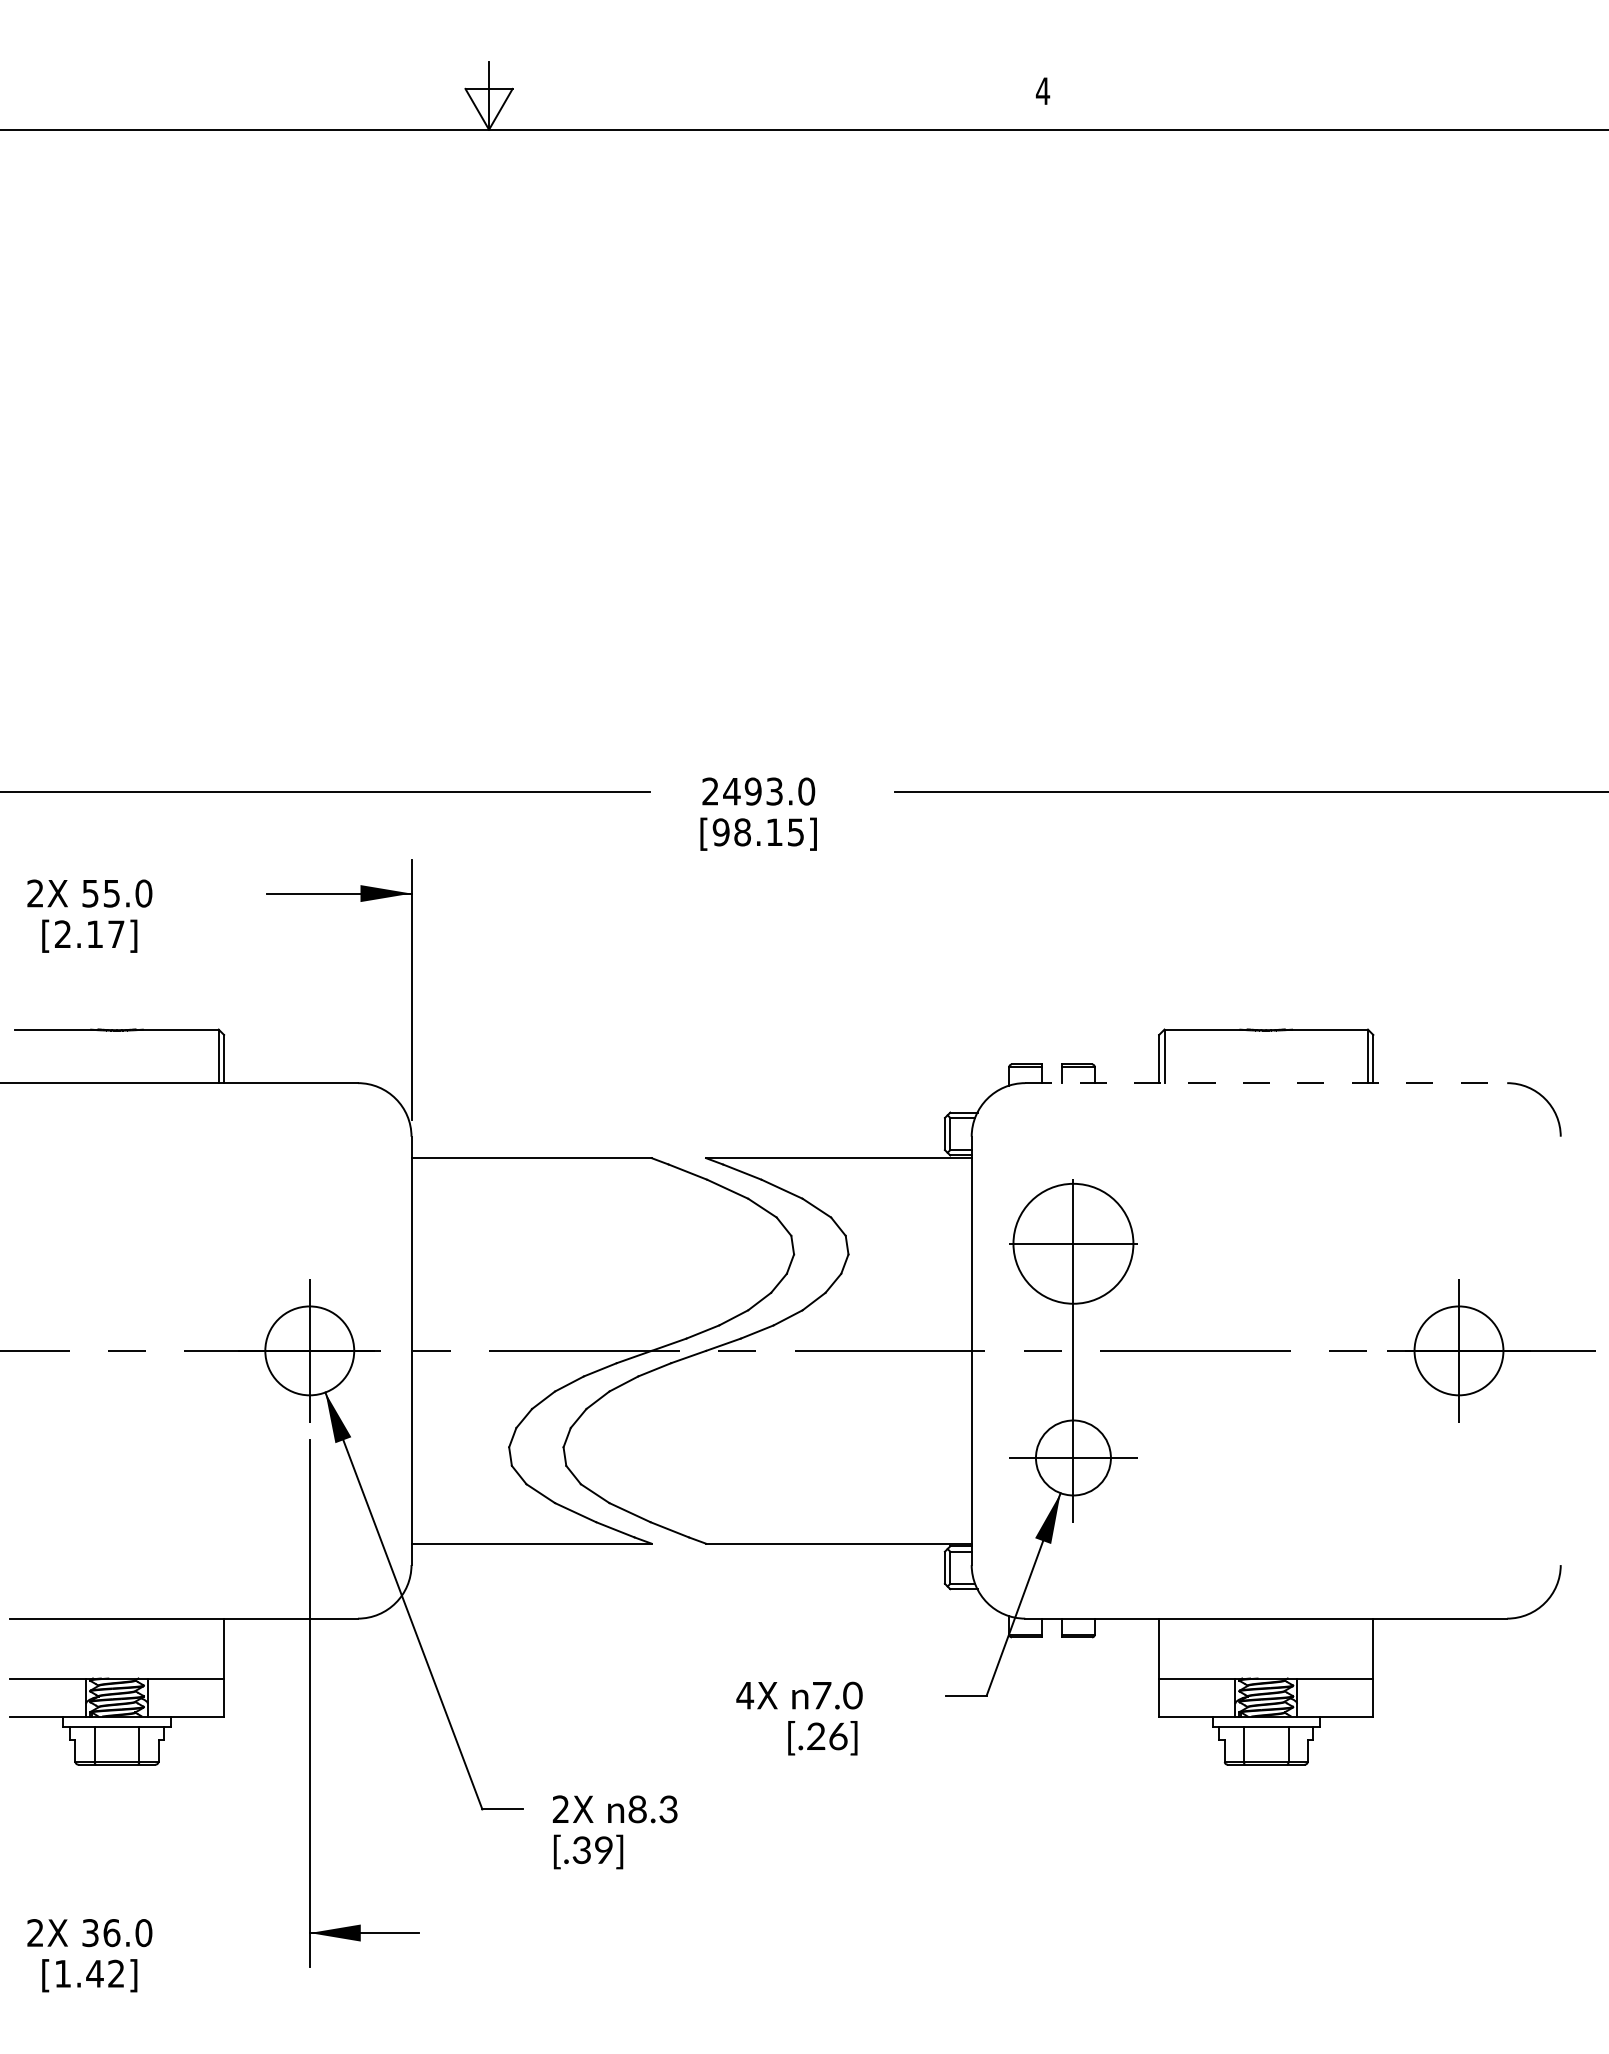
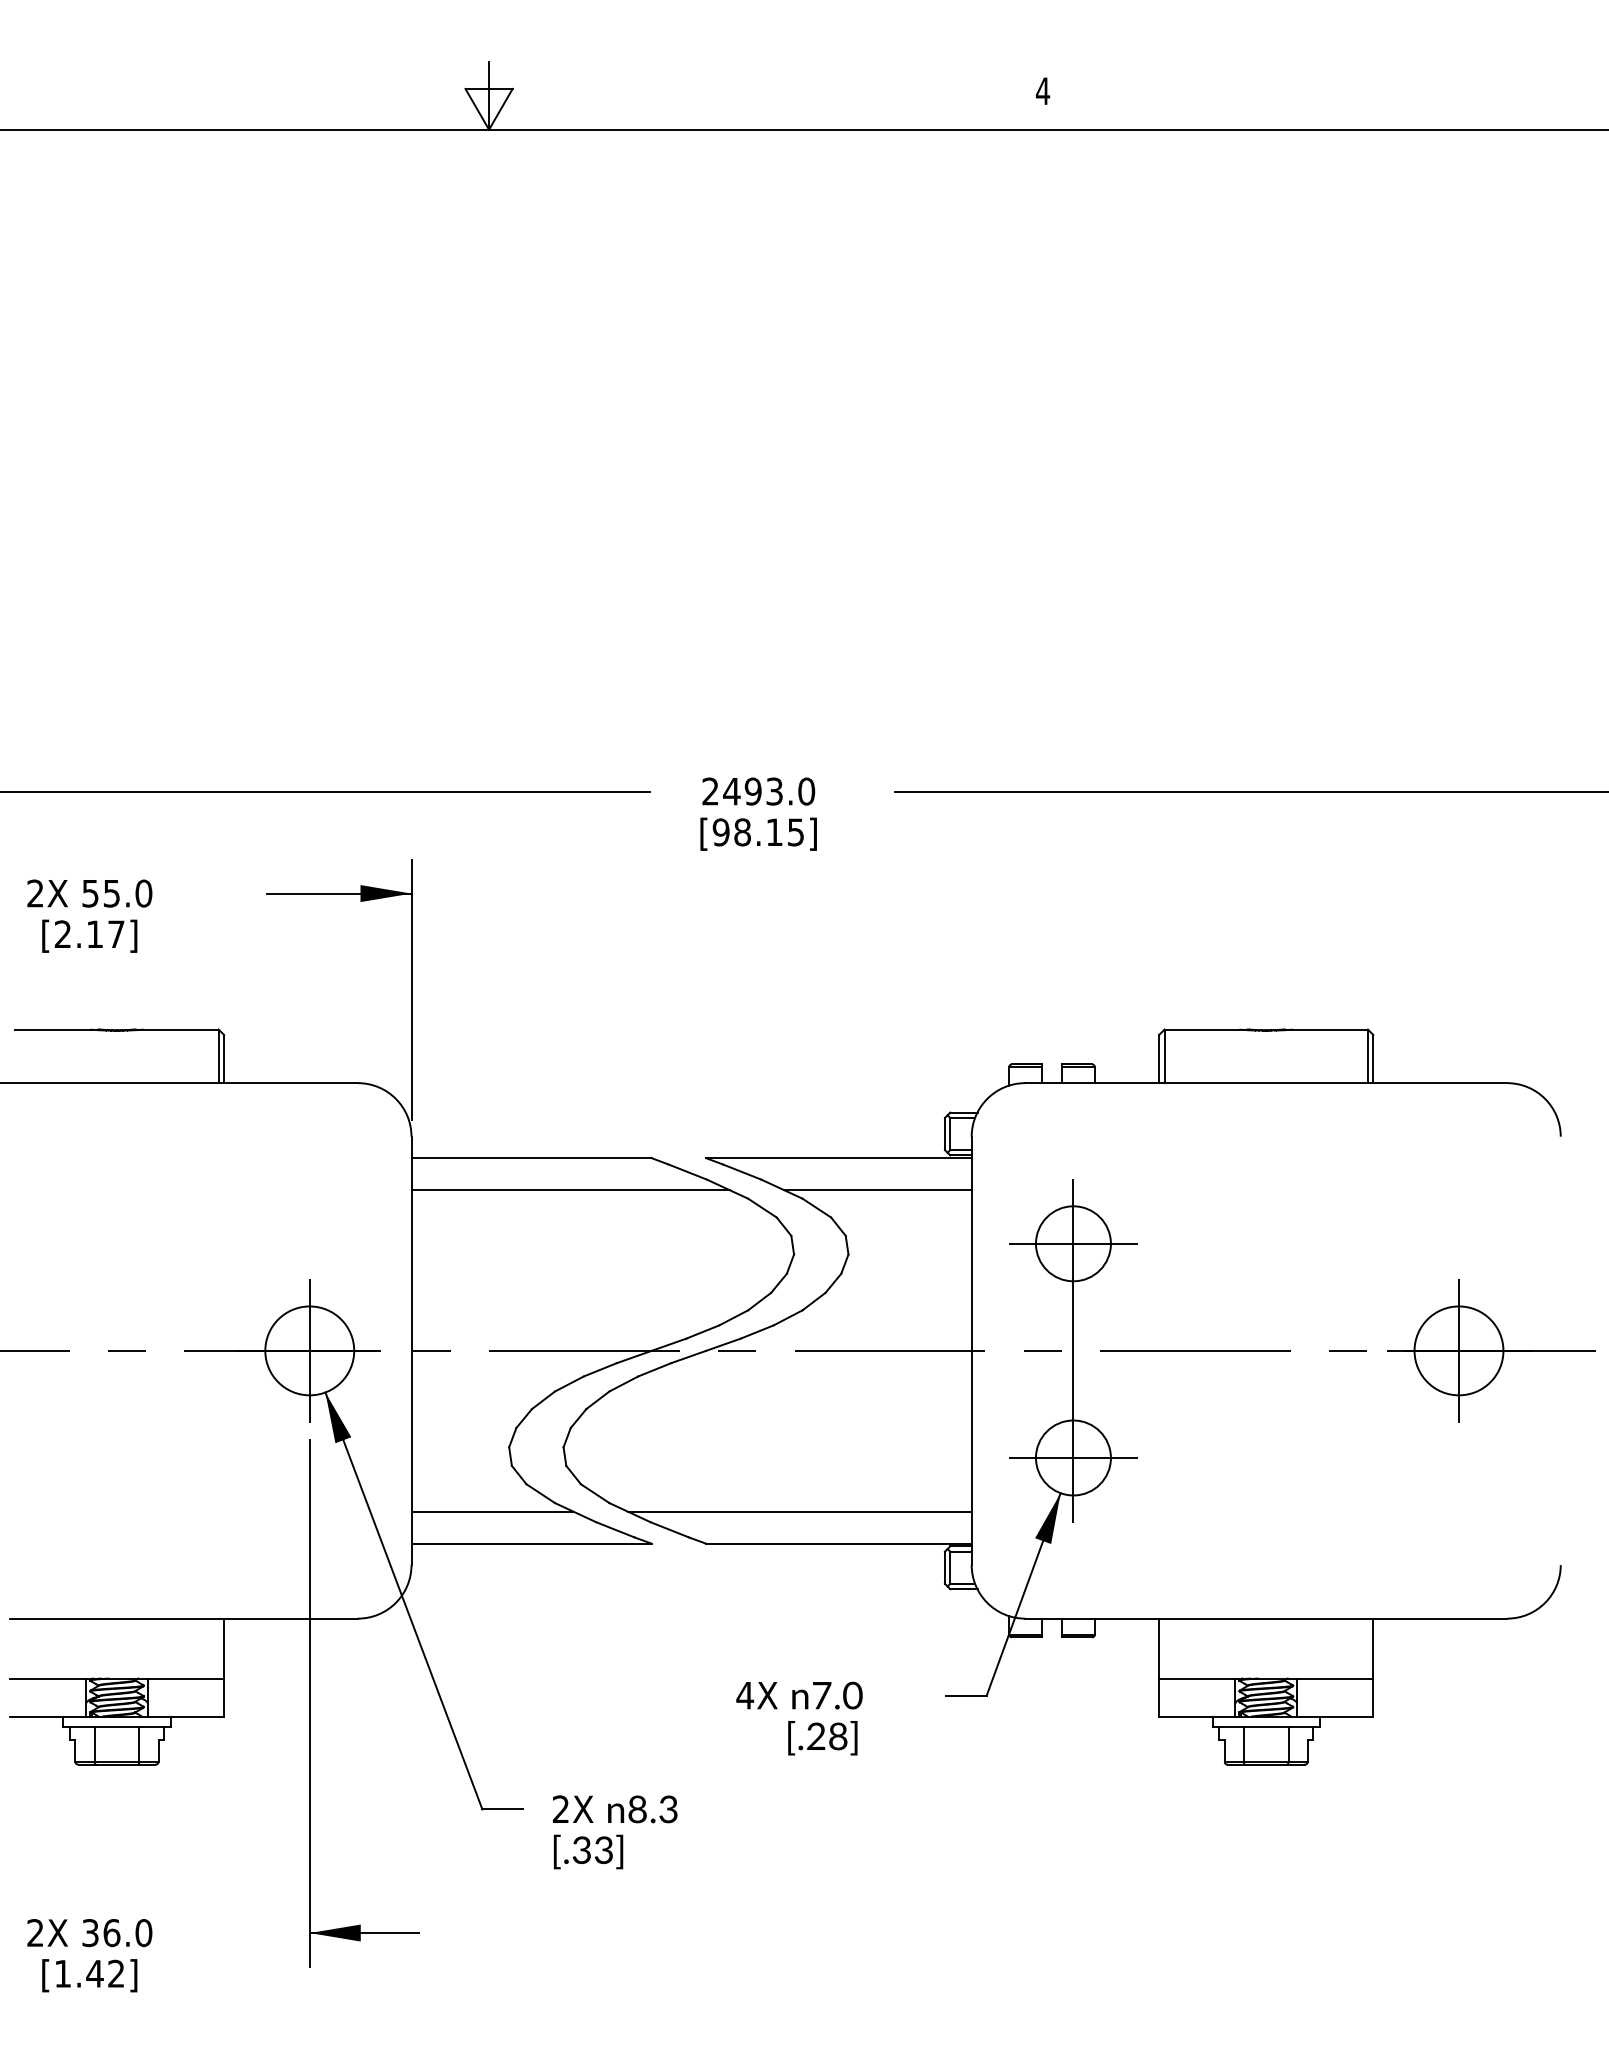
line at (1266, 1083): dashed -> solid
line at (570, 1190): none -> present
line at (877, 1190): none -> present
circle at (1073, 1243) diameter: 120 px -> 75 px
line at (492, 1511): none -> present
line at (799, 1511): none -> present
text at (838, 1735): [.26] -> [.28]
text at (603, 1850): [.39] -> [.33]
